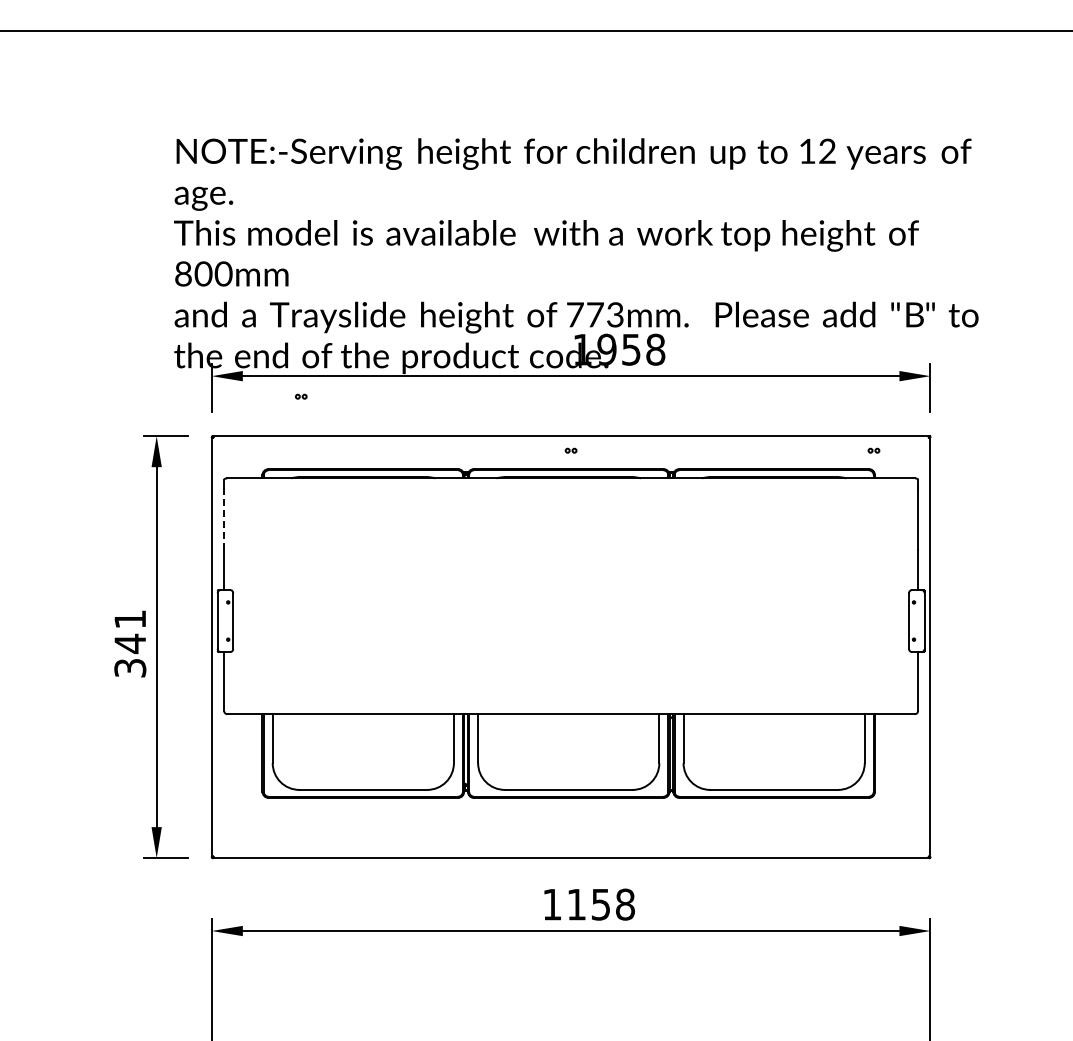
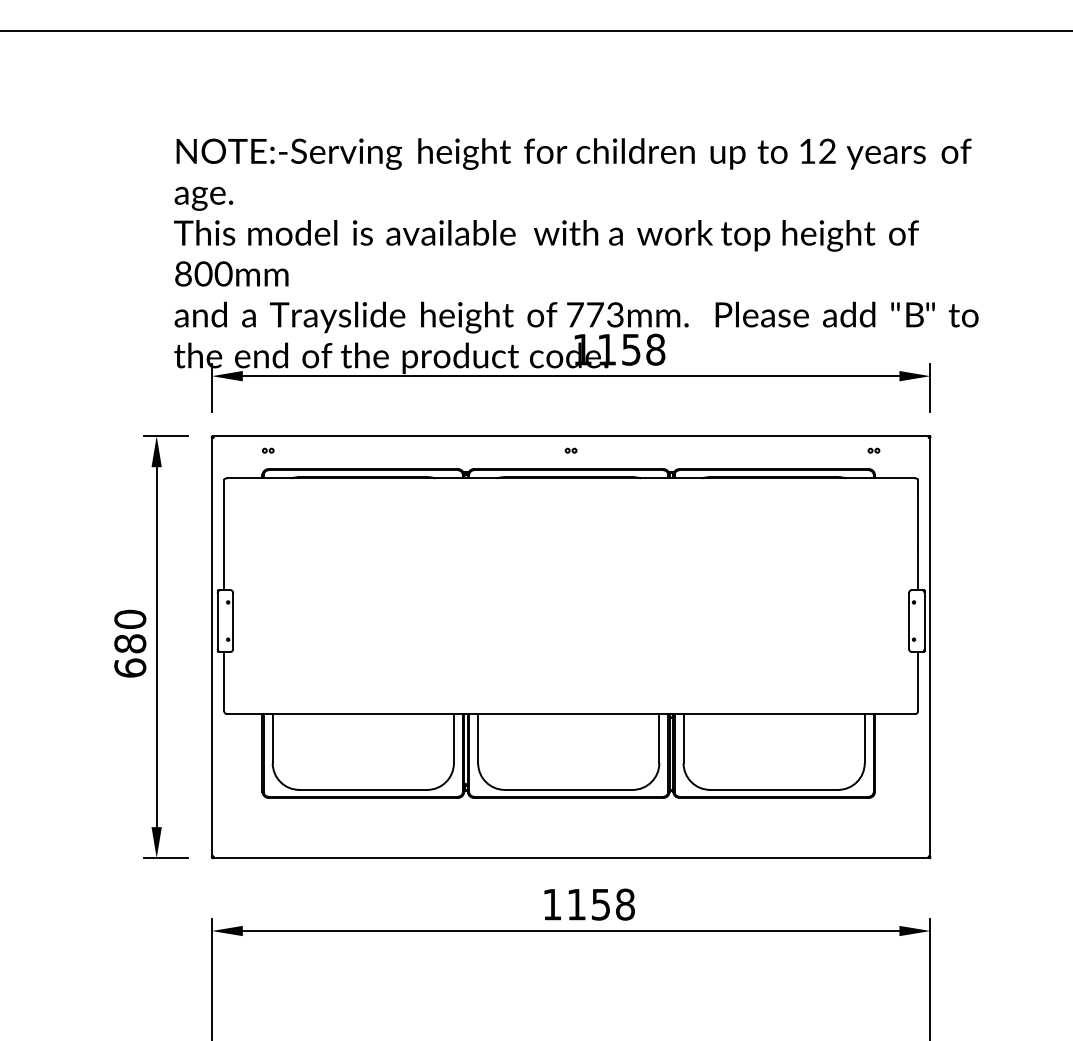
text at (606, 349): 1958 -> 1158
part at (301, 396) position: (301, 396) -> (268, 450)
line at (224, 518): dashed -> solid
text at (130, 643): 341 -> 680
